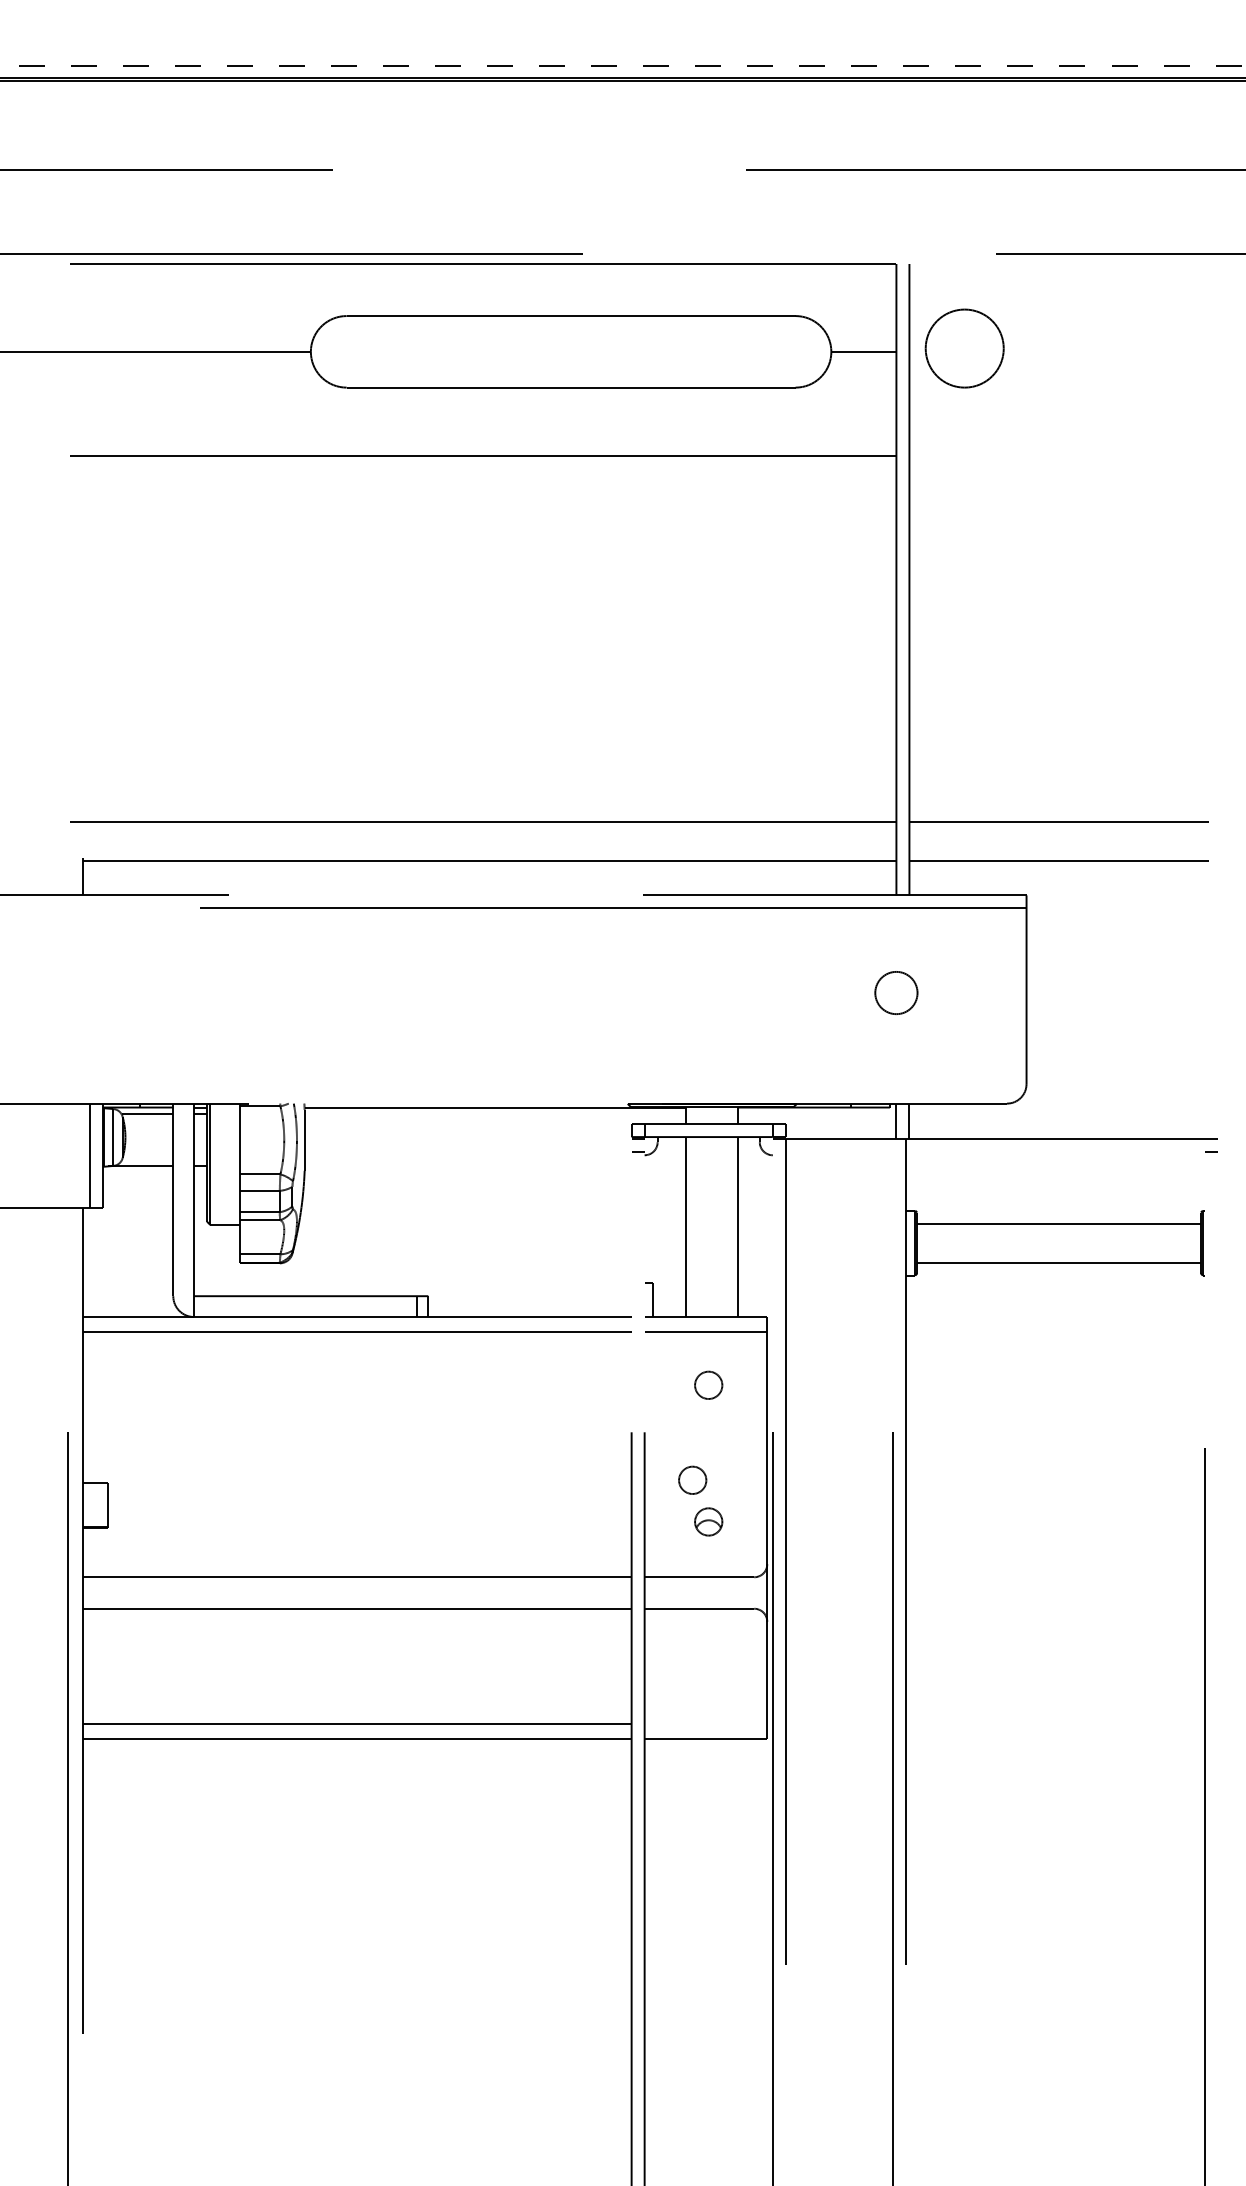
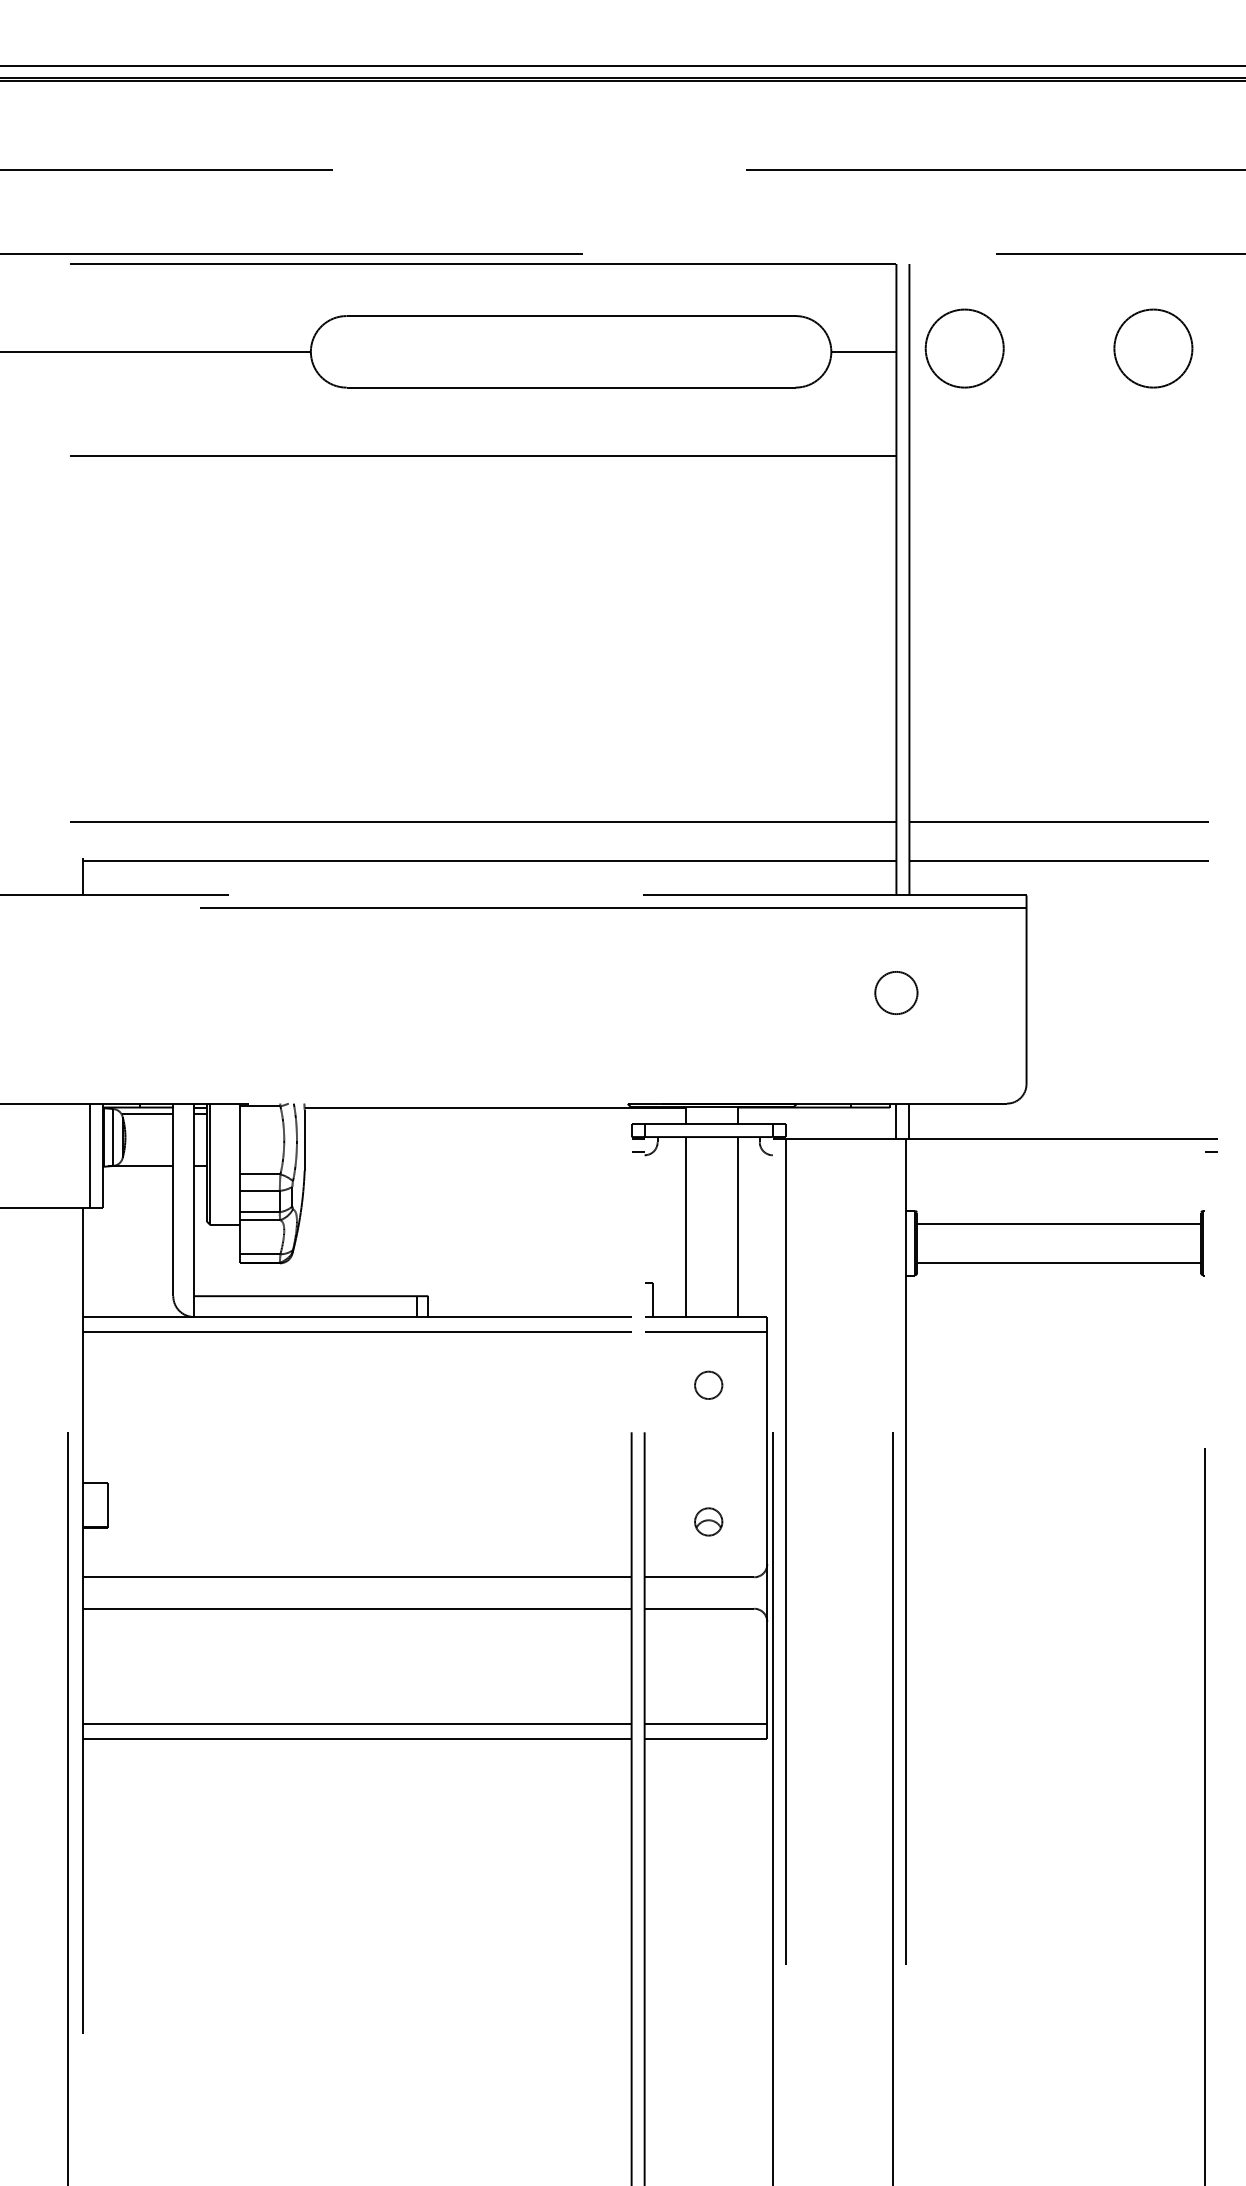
line at (622, 65): dashed -> solid
circle at (1153, 348): none -> present
circle at (692, 1479): present -> none
line at (705, 1723): none -> present
